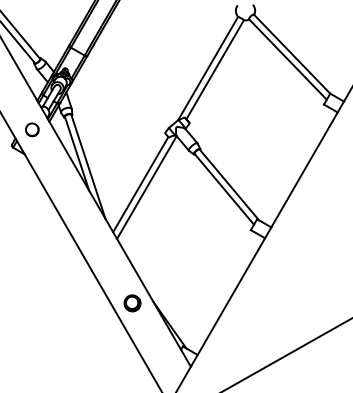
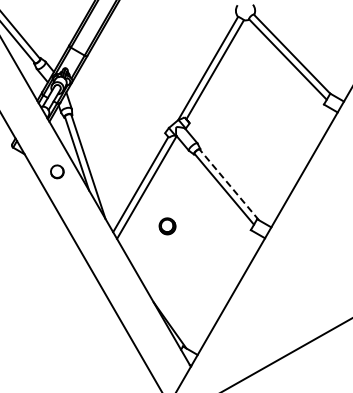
part at (32, 129) position: (32, 129) -> (57, 171)
line at (229, 184): solid -> dashed
part at (132, 303) position: (132, 303) -> (167, 226)
